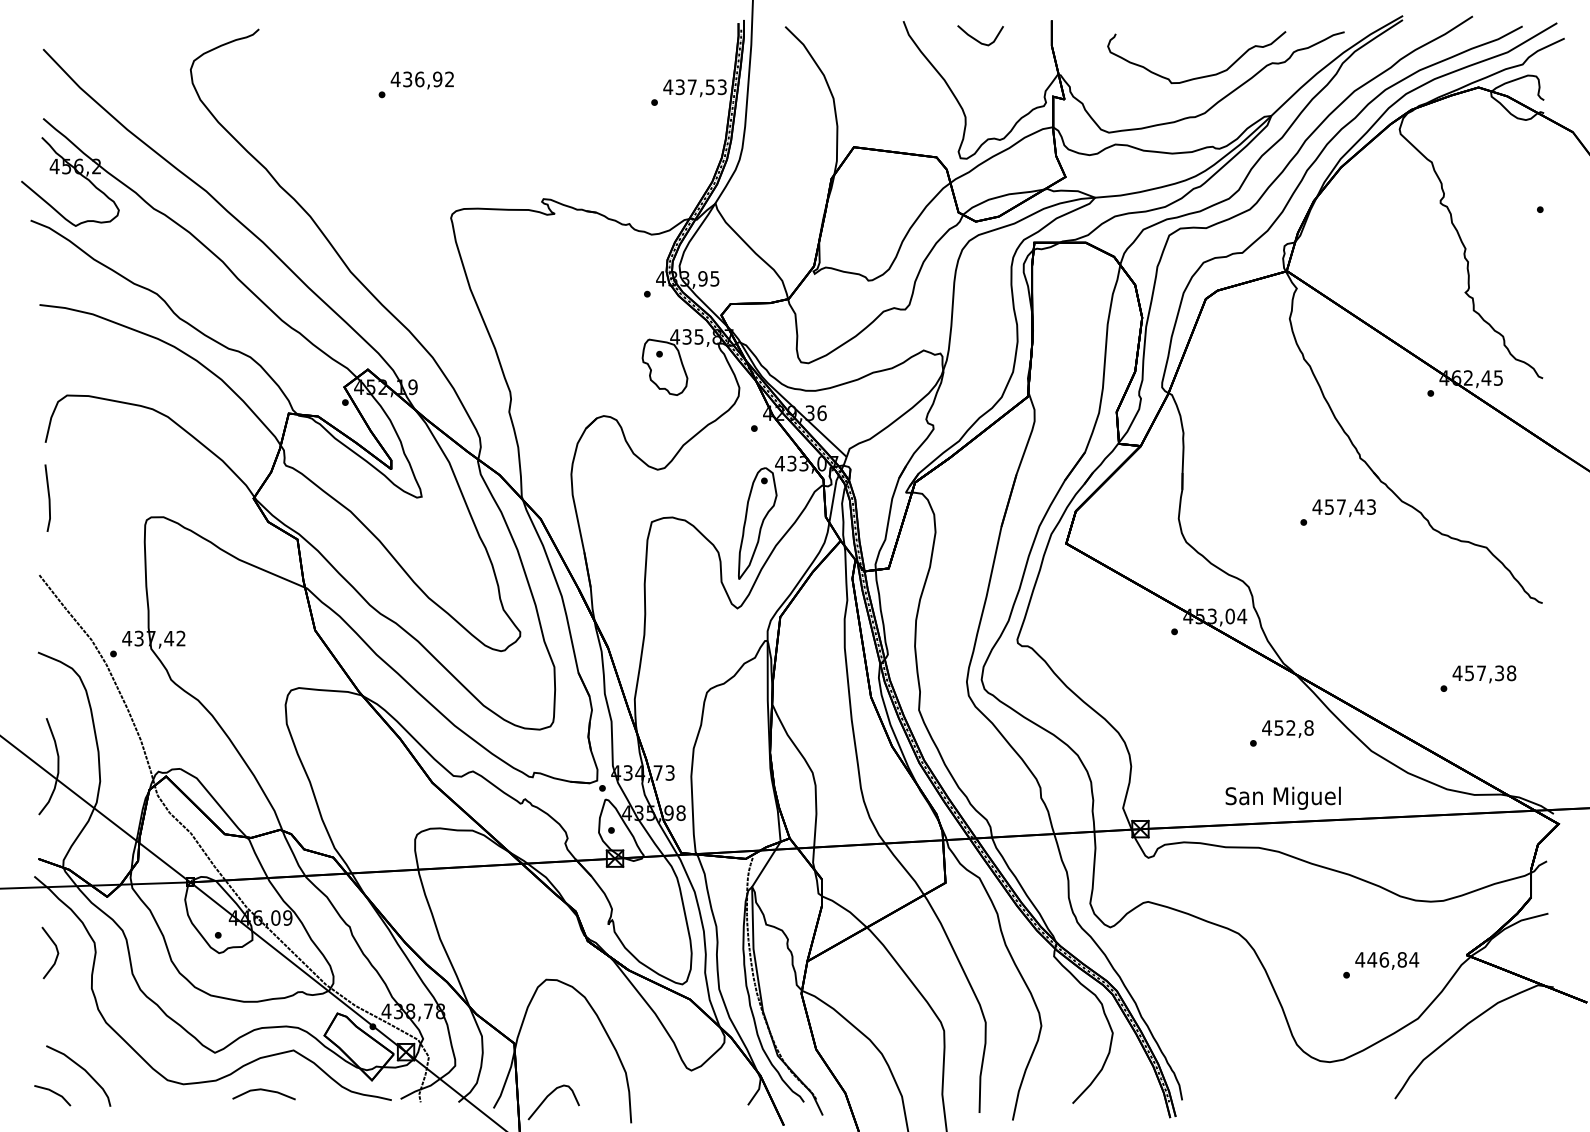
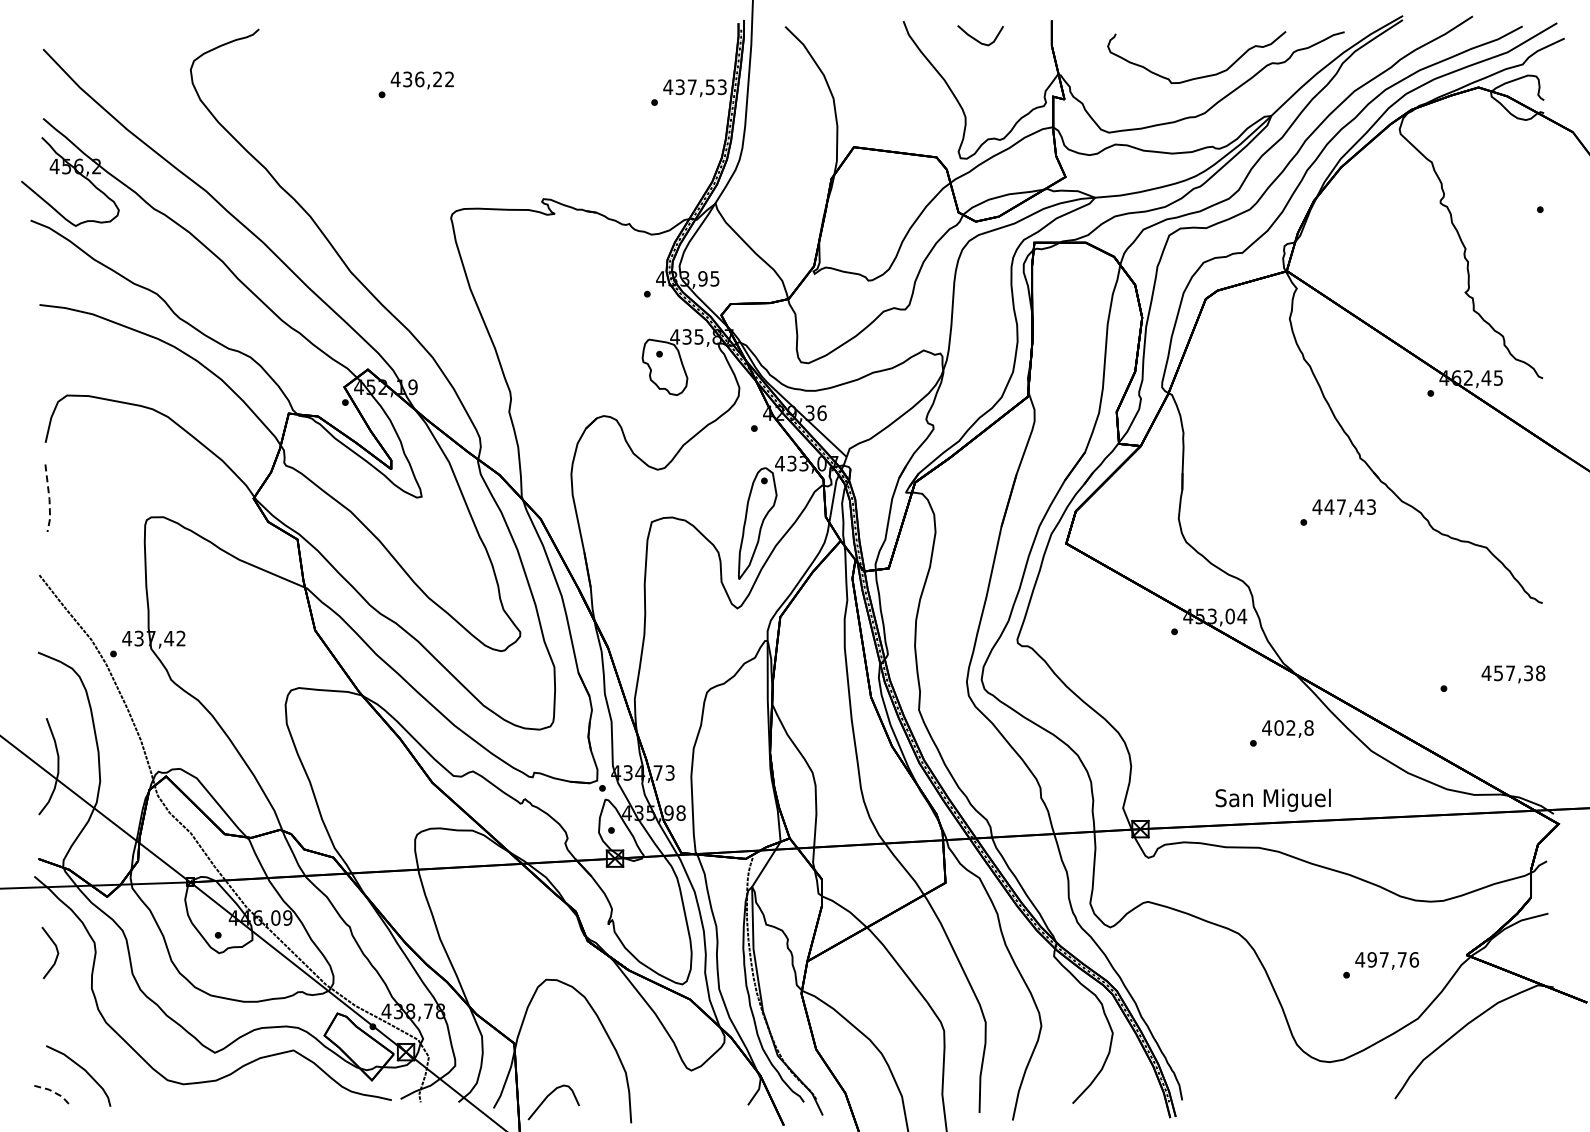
text at (437, 79): 436,92 -> 436,22
line at (49, 499): solid -> dashed
text at (1329, 506): 457,43 -> 447,43
text at (1484, 674) position: (1484, 674) -> (1513, 674)
text at (1278, 727): 452,8 -> 402,8
text at (1282, 797) position: (1282, 797) -> (1272, 799)
text at (1393, 959): 446,84 -> 497,76
line at (265, 1091): present -> none
line at (54, 1092): solid -> dashed
